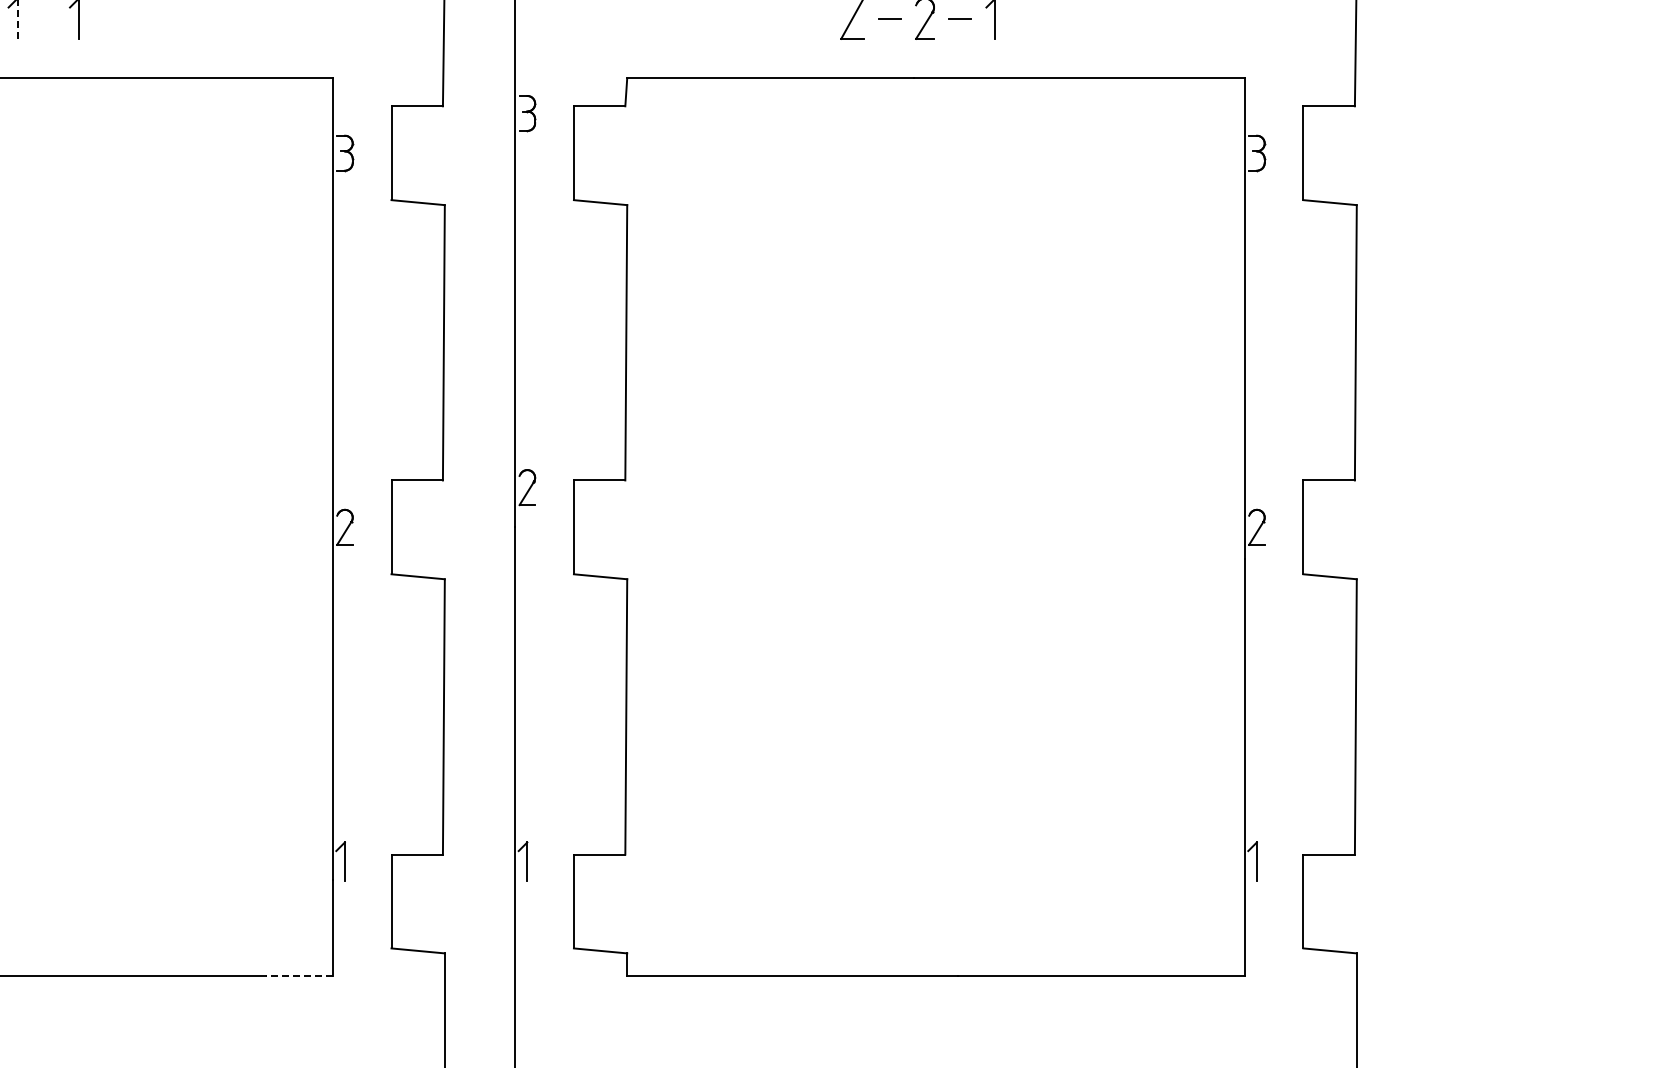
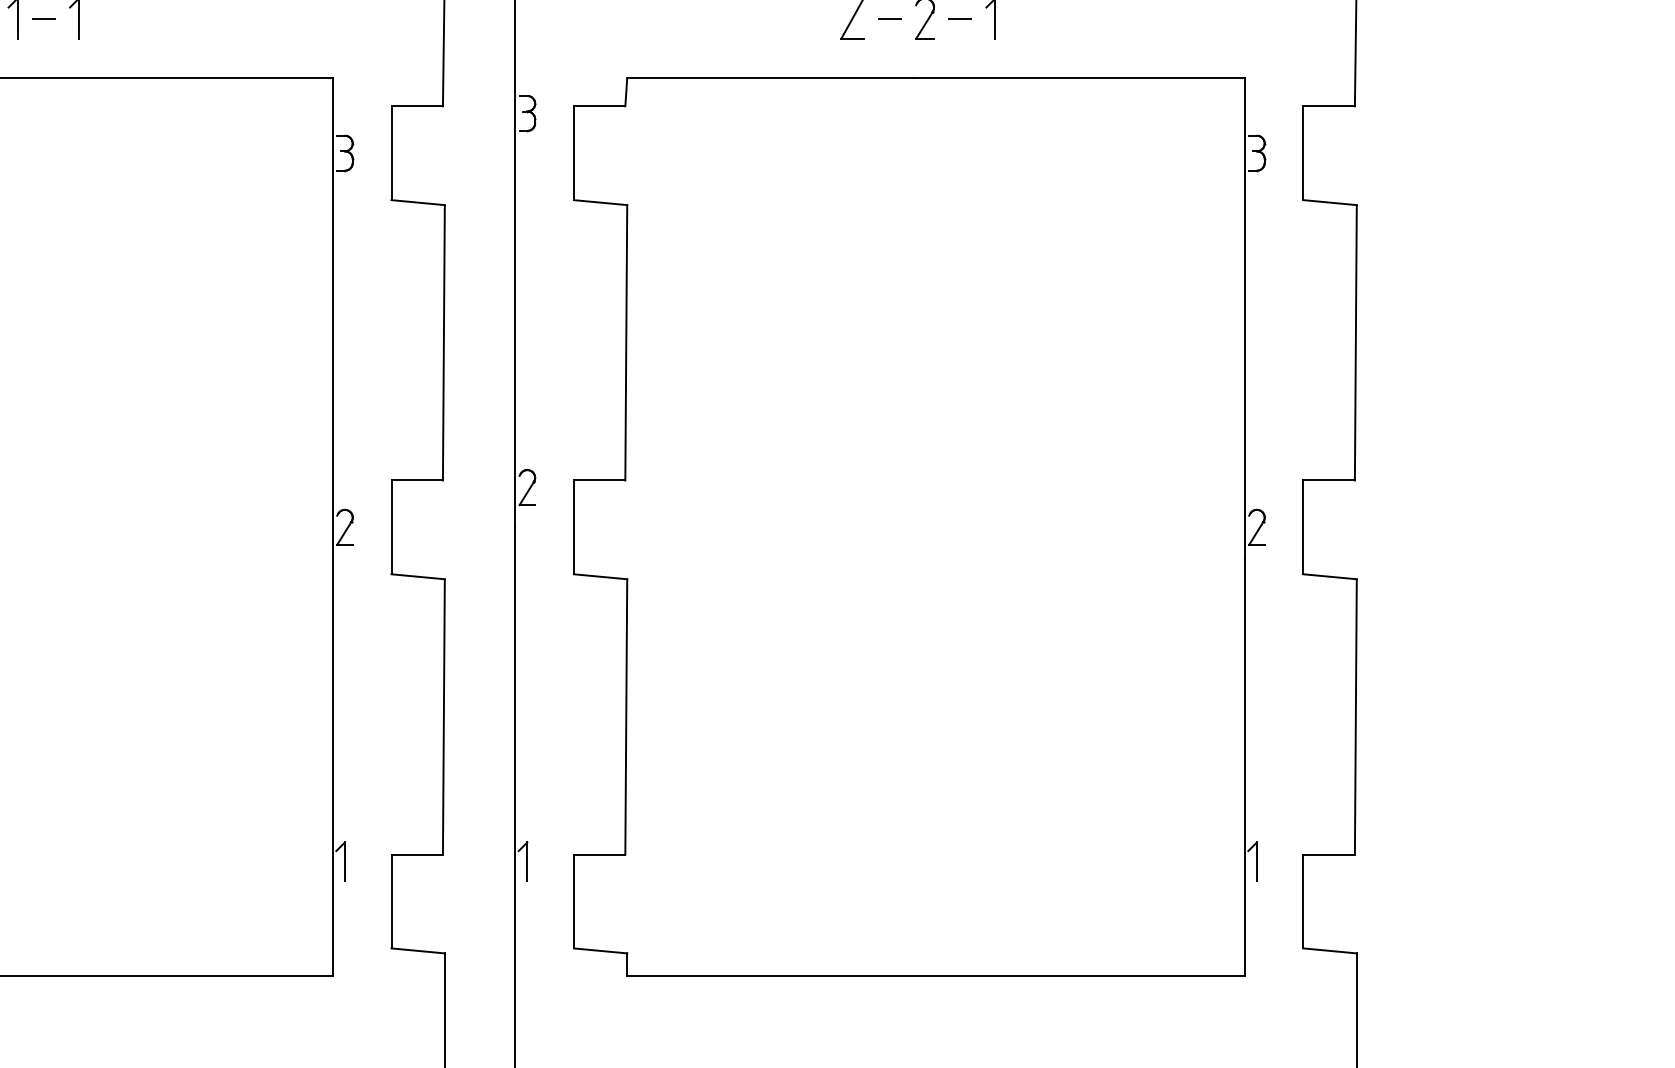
line at (43, 18): none -> present
line at (17, 19): dashed -> solid
line at (299, 976): dashed -> solid
